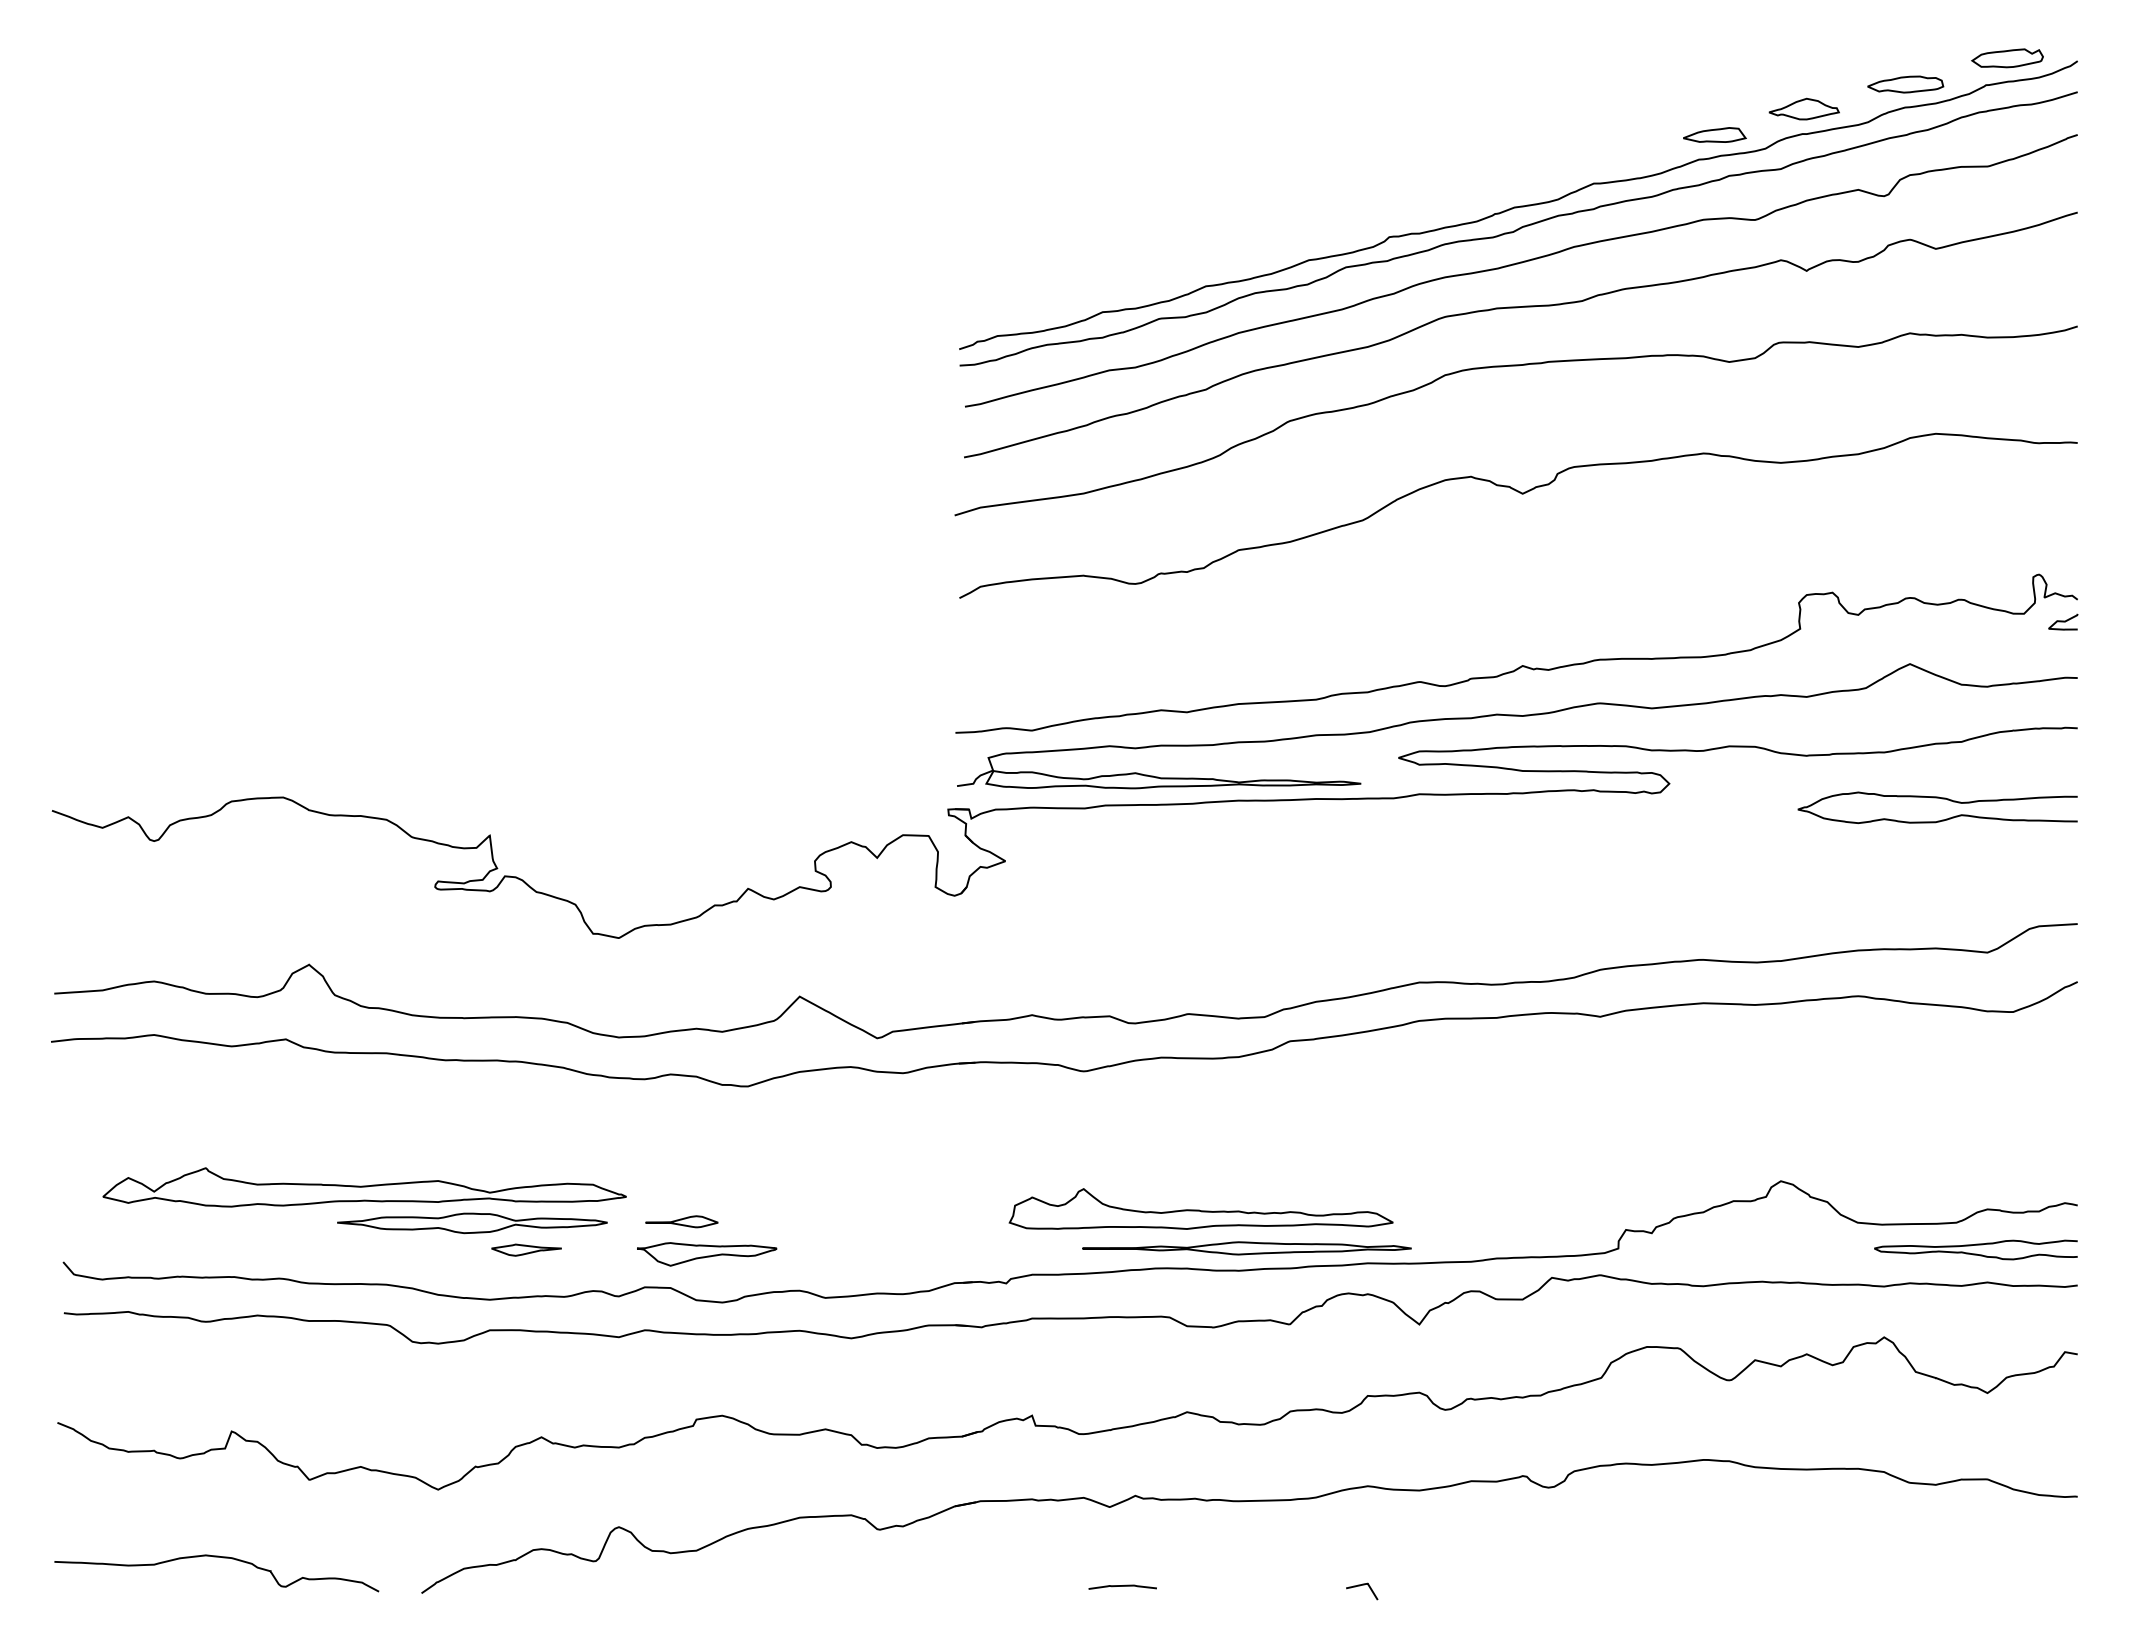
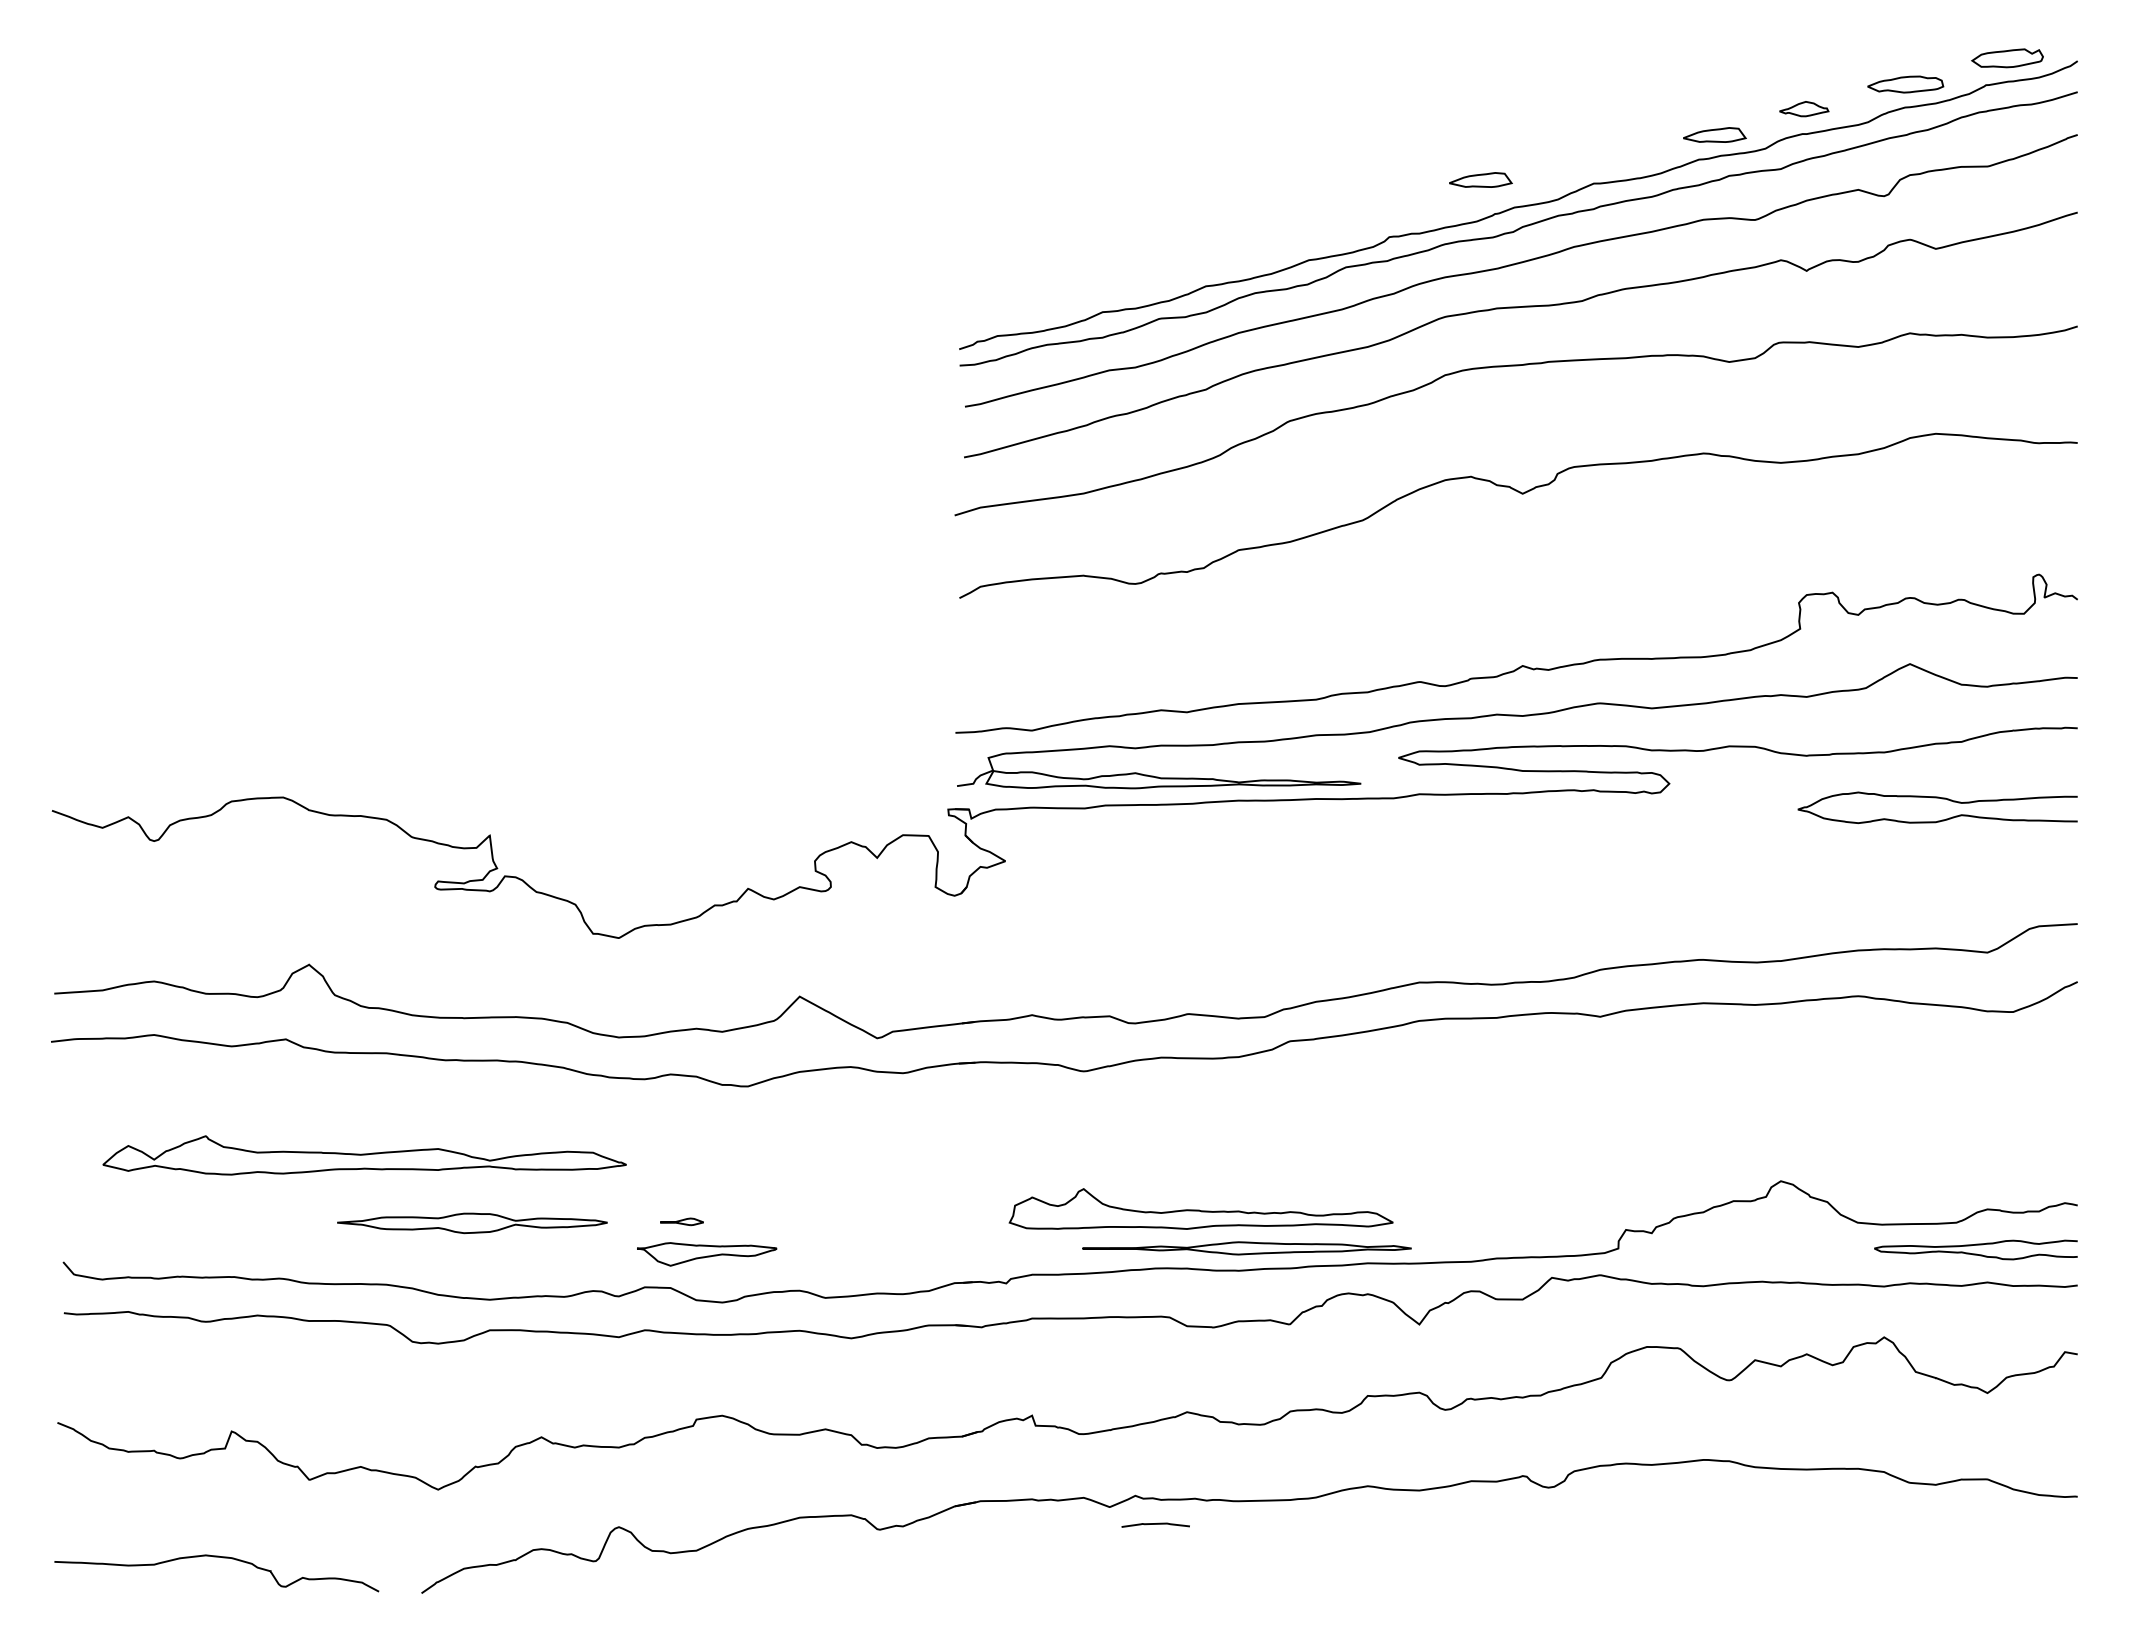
part at (1803, 108) size: 72x24 px -> 51x17 px
part at (1480, 179): none -> present
curve at (2063, 621): present -> none
part at (364, 1187) position: (364, 1187) -> (364, 1155)
part at (681, 1221) size: 74x14 px -> 44x10 px
part at (526, 1249): present -> none
curve at (1122, 1586) position: (1122, 1586) -> (1155, 1524)
curve at (1360, 1586): present -> none
